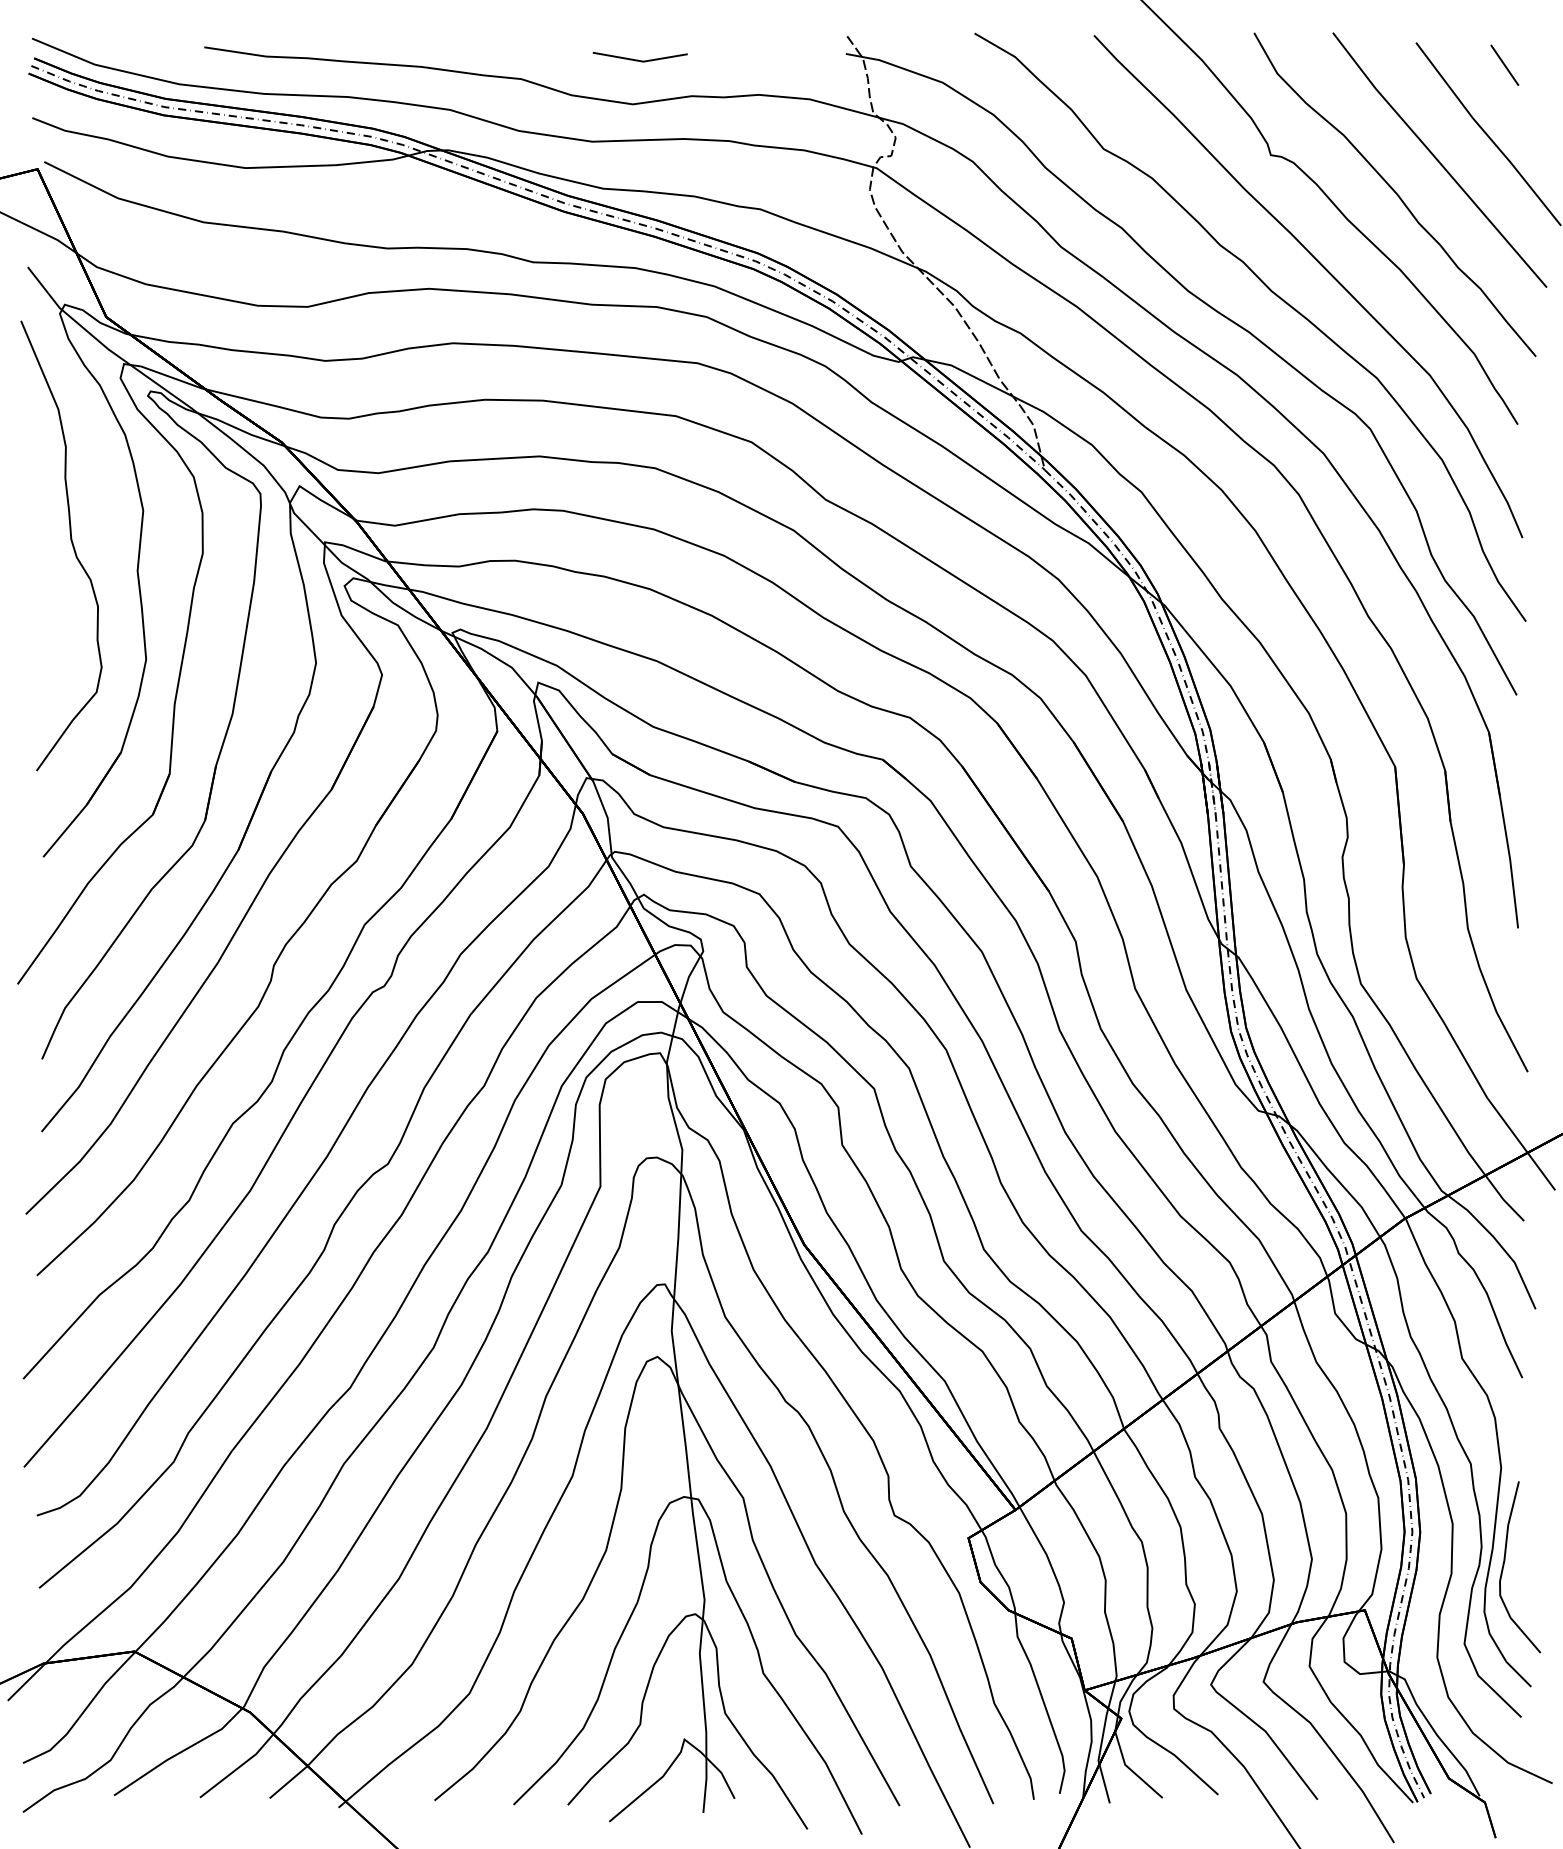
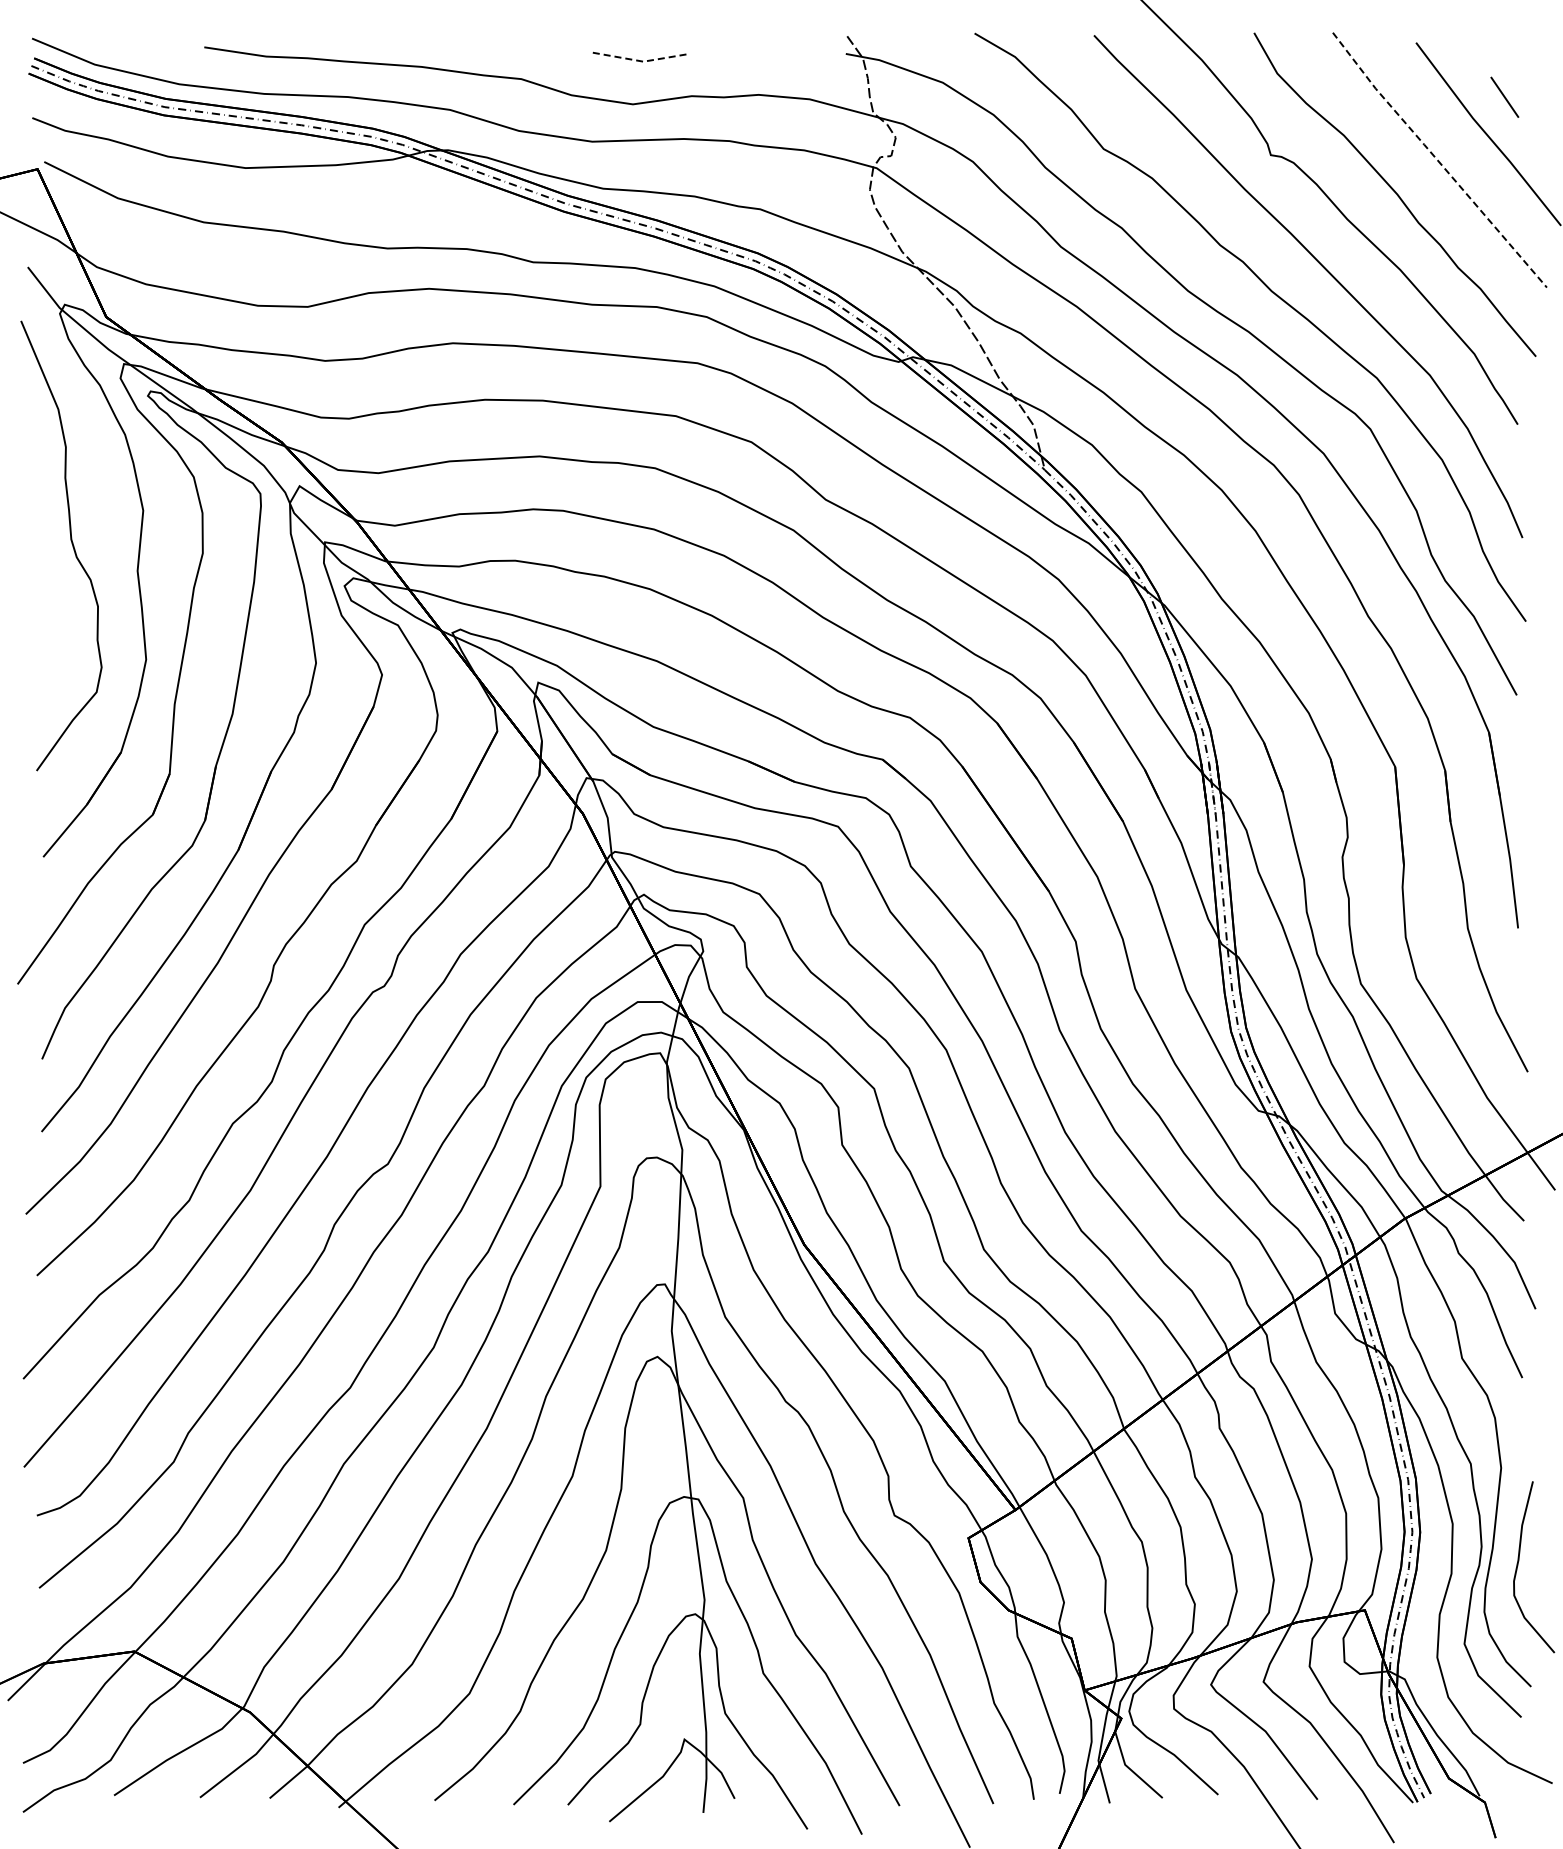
line at (640, 61): solid -> dashed
line at (1504, 64) position: (1504, 64) -> (1504, 96)
line at (1437, 160): solid -> dashed
curve at (1504, 1565) position: (1504, 1565) -> (1518, 1565)
